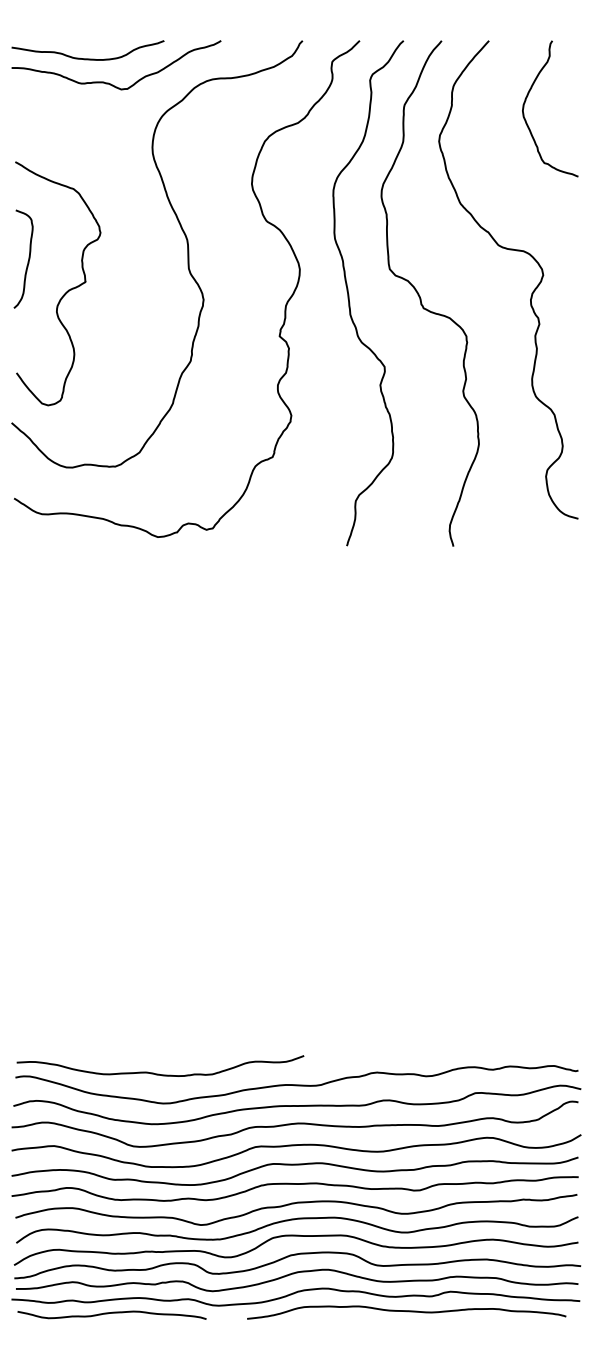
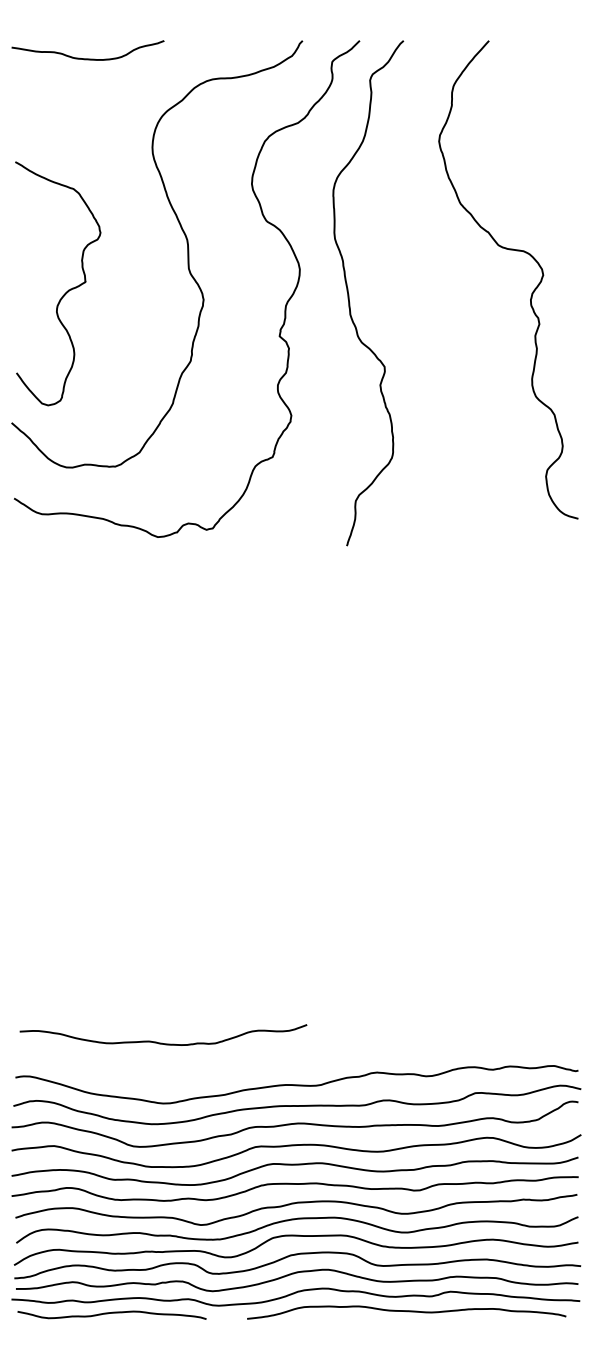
curve at (108, 82): present -> none
curve at (526, 100): present -> none
curve at (28, 258): present -> none
curve at (421, 298): present -> none
curve at (159, 1073) position: (159, 1073) -> (162, 1042)
